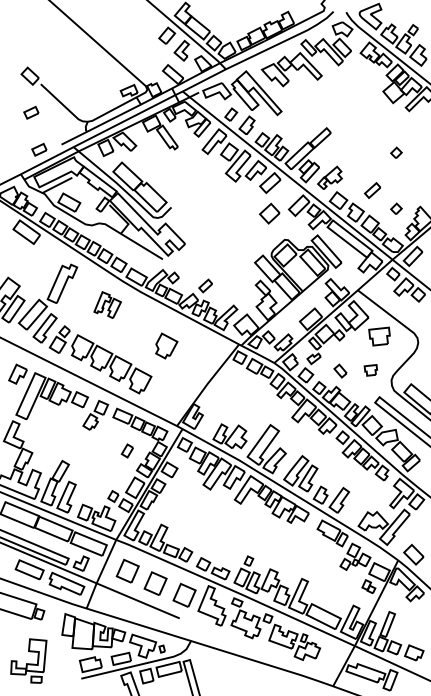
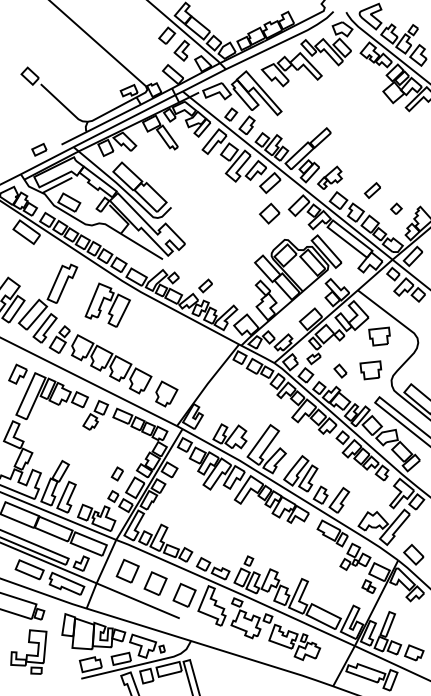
part at (31, 112): present -> none
part at (396, 152): present -> none
part at (107, 304) size: 29x28 px -> 47x46 px
part at (166, 345) position: (166, 345) -> (166, 393)
part at (370, 370) size: 15x13 px -> 24x21 px
part at (126, 450) position: (126, 450) -> (116, 473)
part at (28, 660) position: (28, 660) -> (28, 651)
